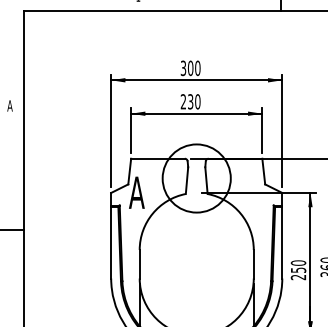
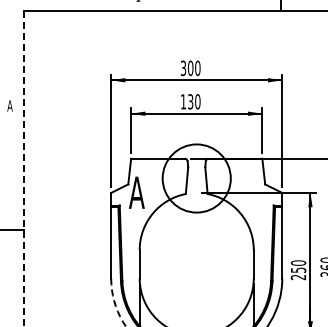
text at (182, 101): 230 -> 130
line at (23, 168): solid -> dashed
arc at (115, 304): solid -> dashed
